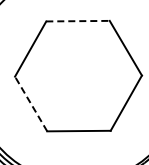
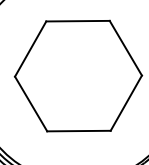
line at (78, 21): dashed -> solid
line at (31, 104): dashed -> solid
